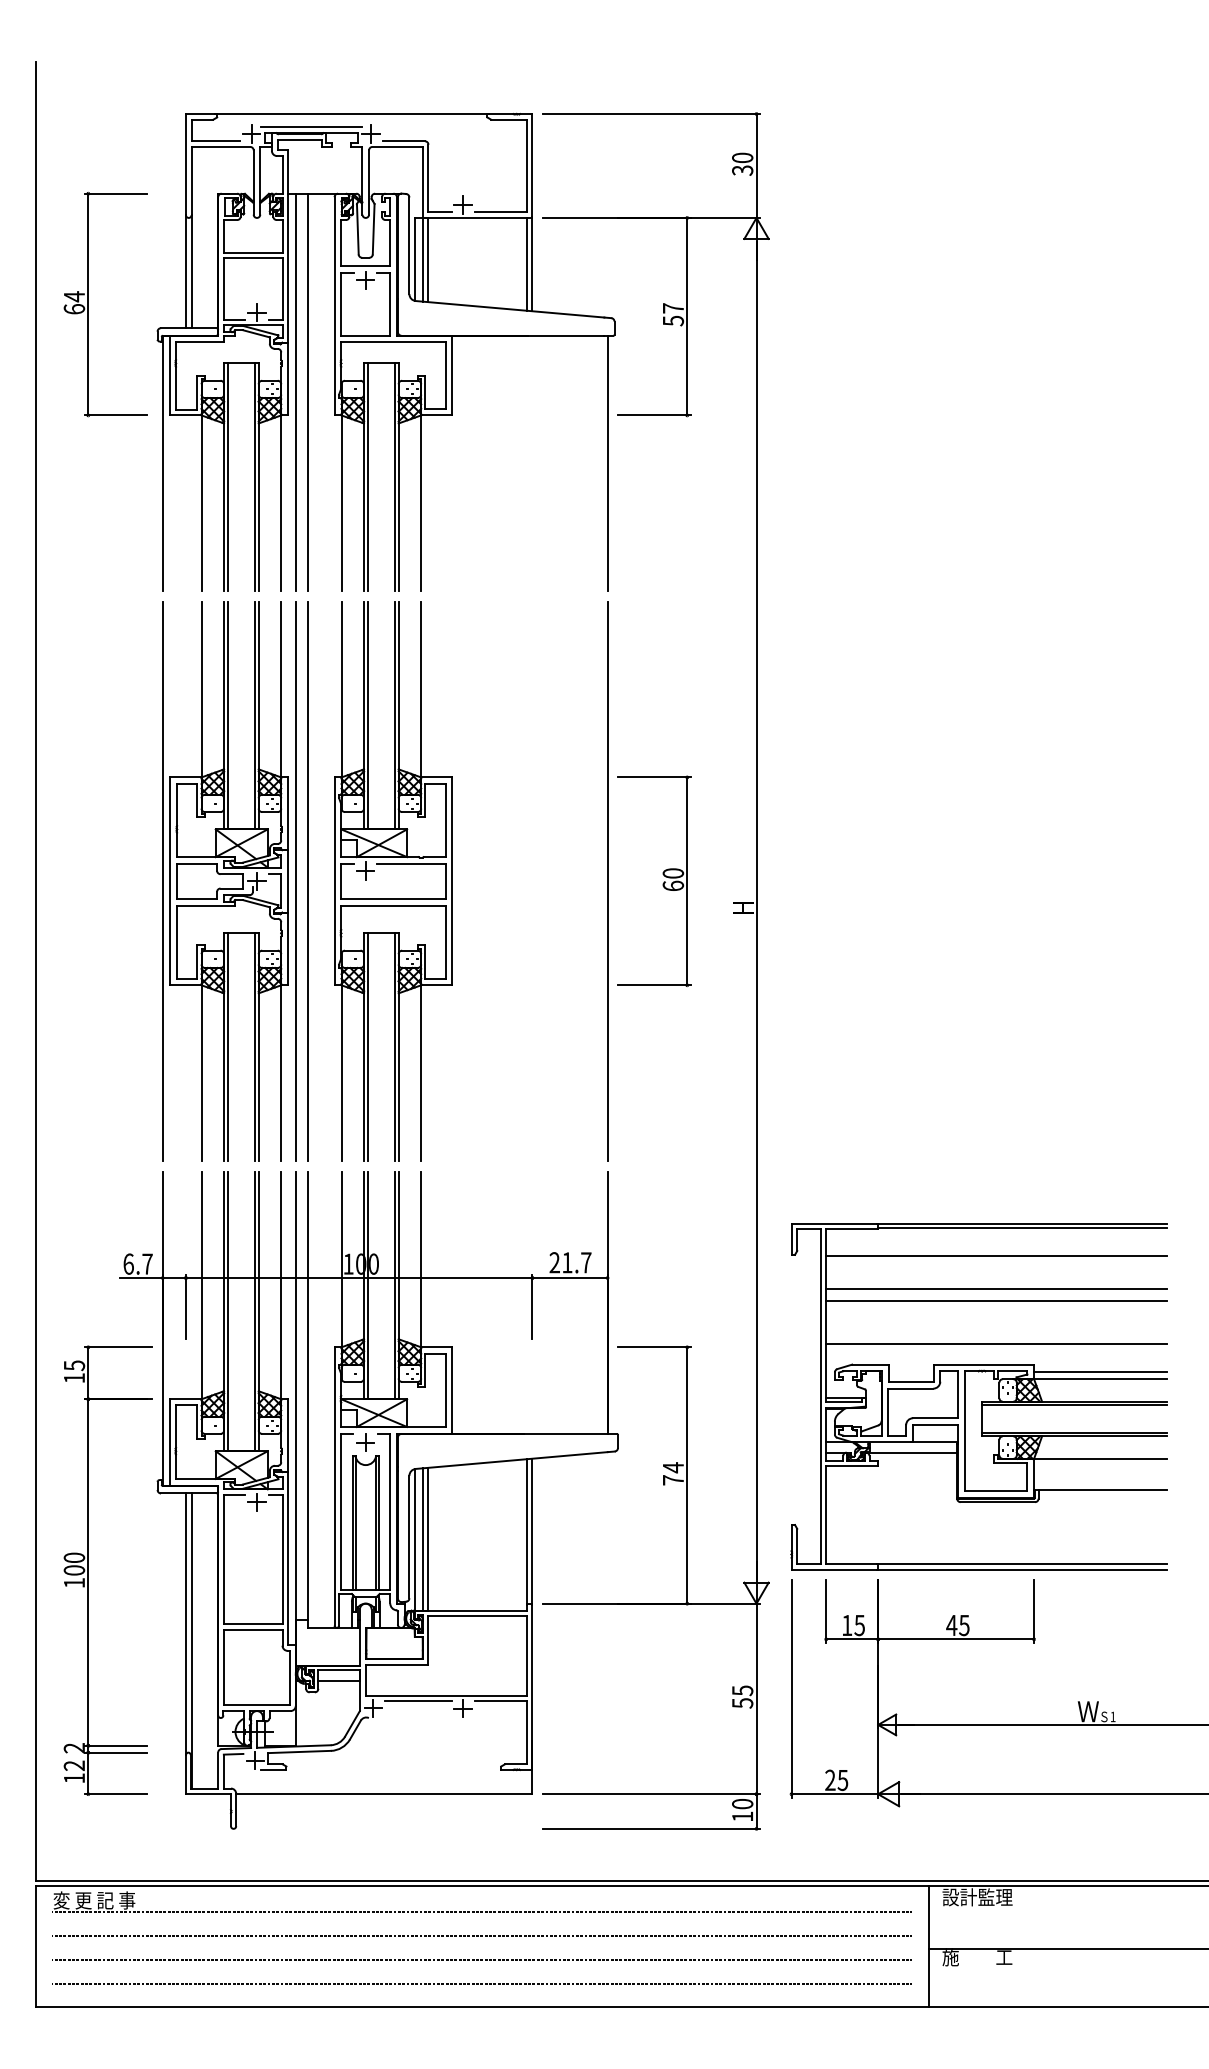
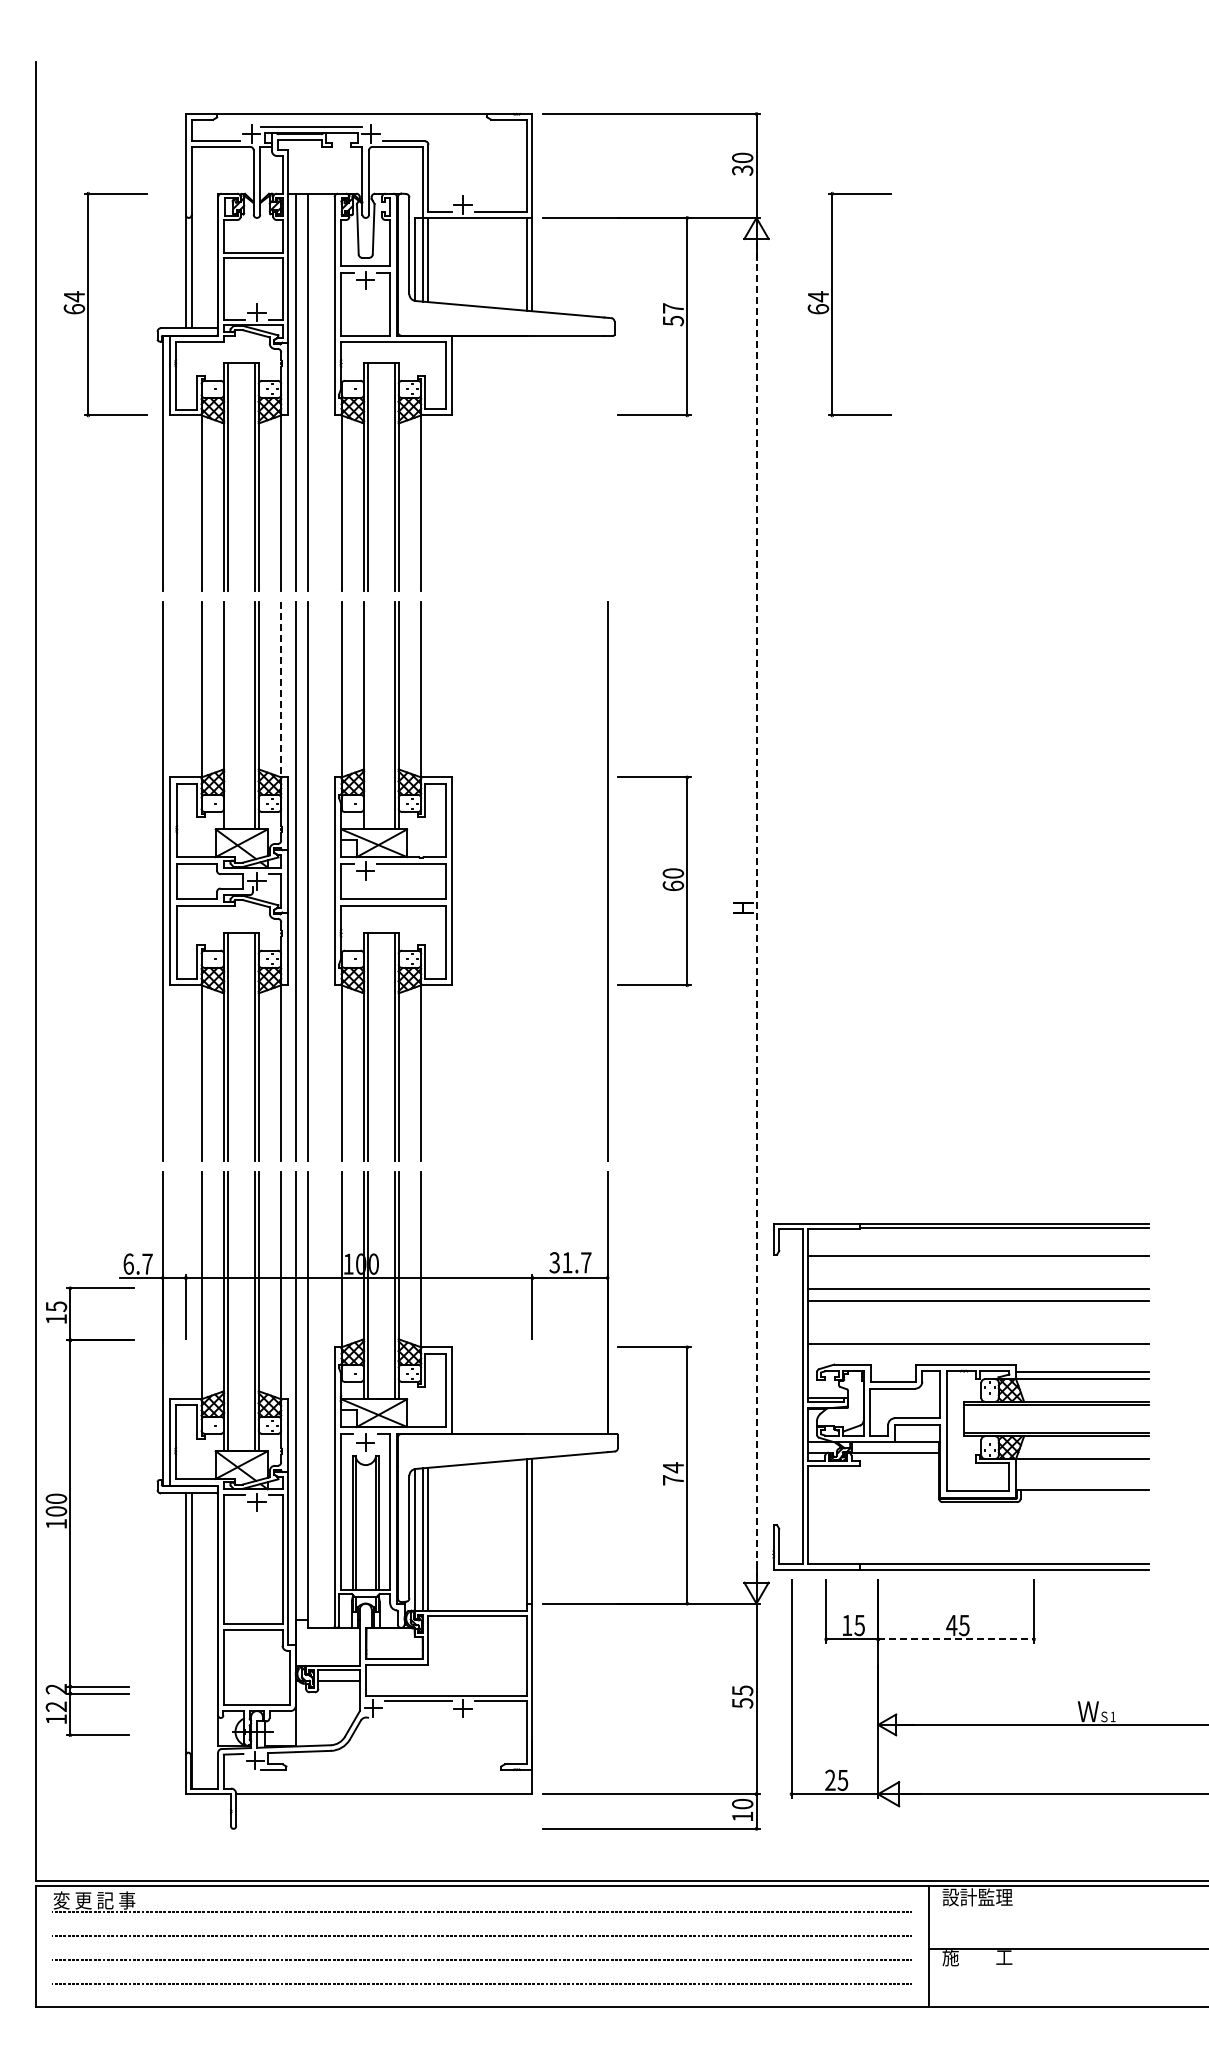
part at (832, 304): none -> present
line at (607, 463): present -> none
line at (281, 690): solid -> dashed
line at (227, 715): present -> none
line at (367, 715): present -> none
line at (756, 910): solid -> dashed
text at (554, 1262): 21.7 -> 31.7
part at (978, 1396) position: (978, 1396) -> (960, 1396)
part at (88, 1570) position: (88, 1570) -> (70, 1511)
line at (956, 1639): solid -> dashed
